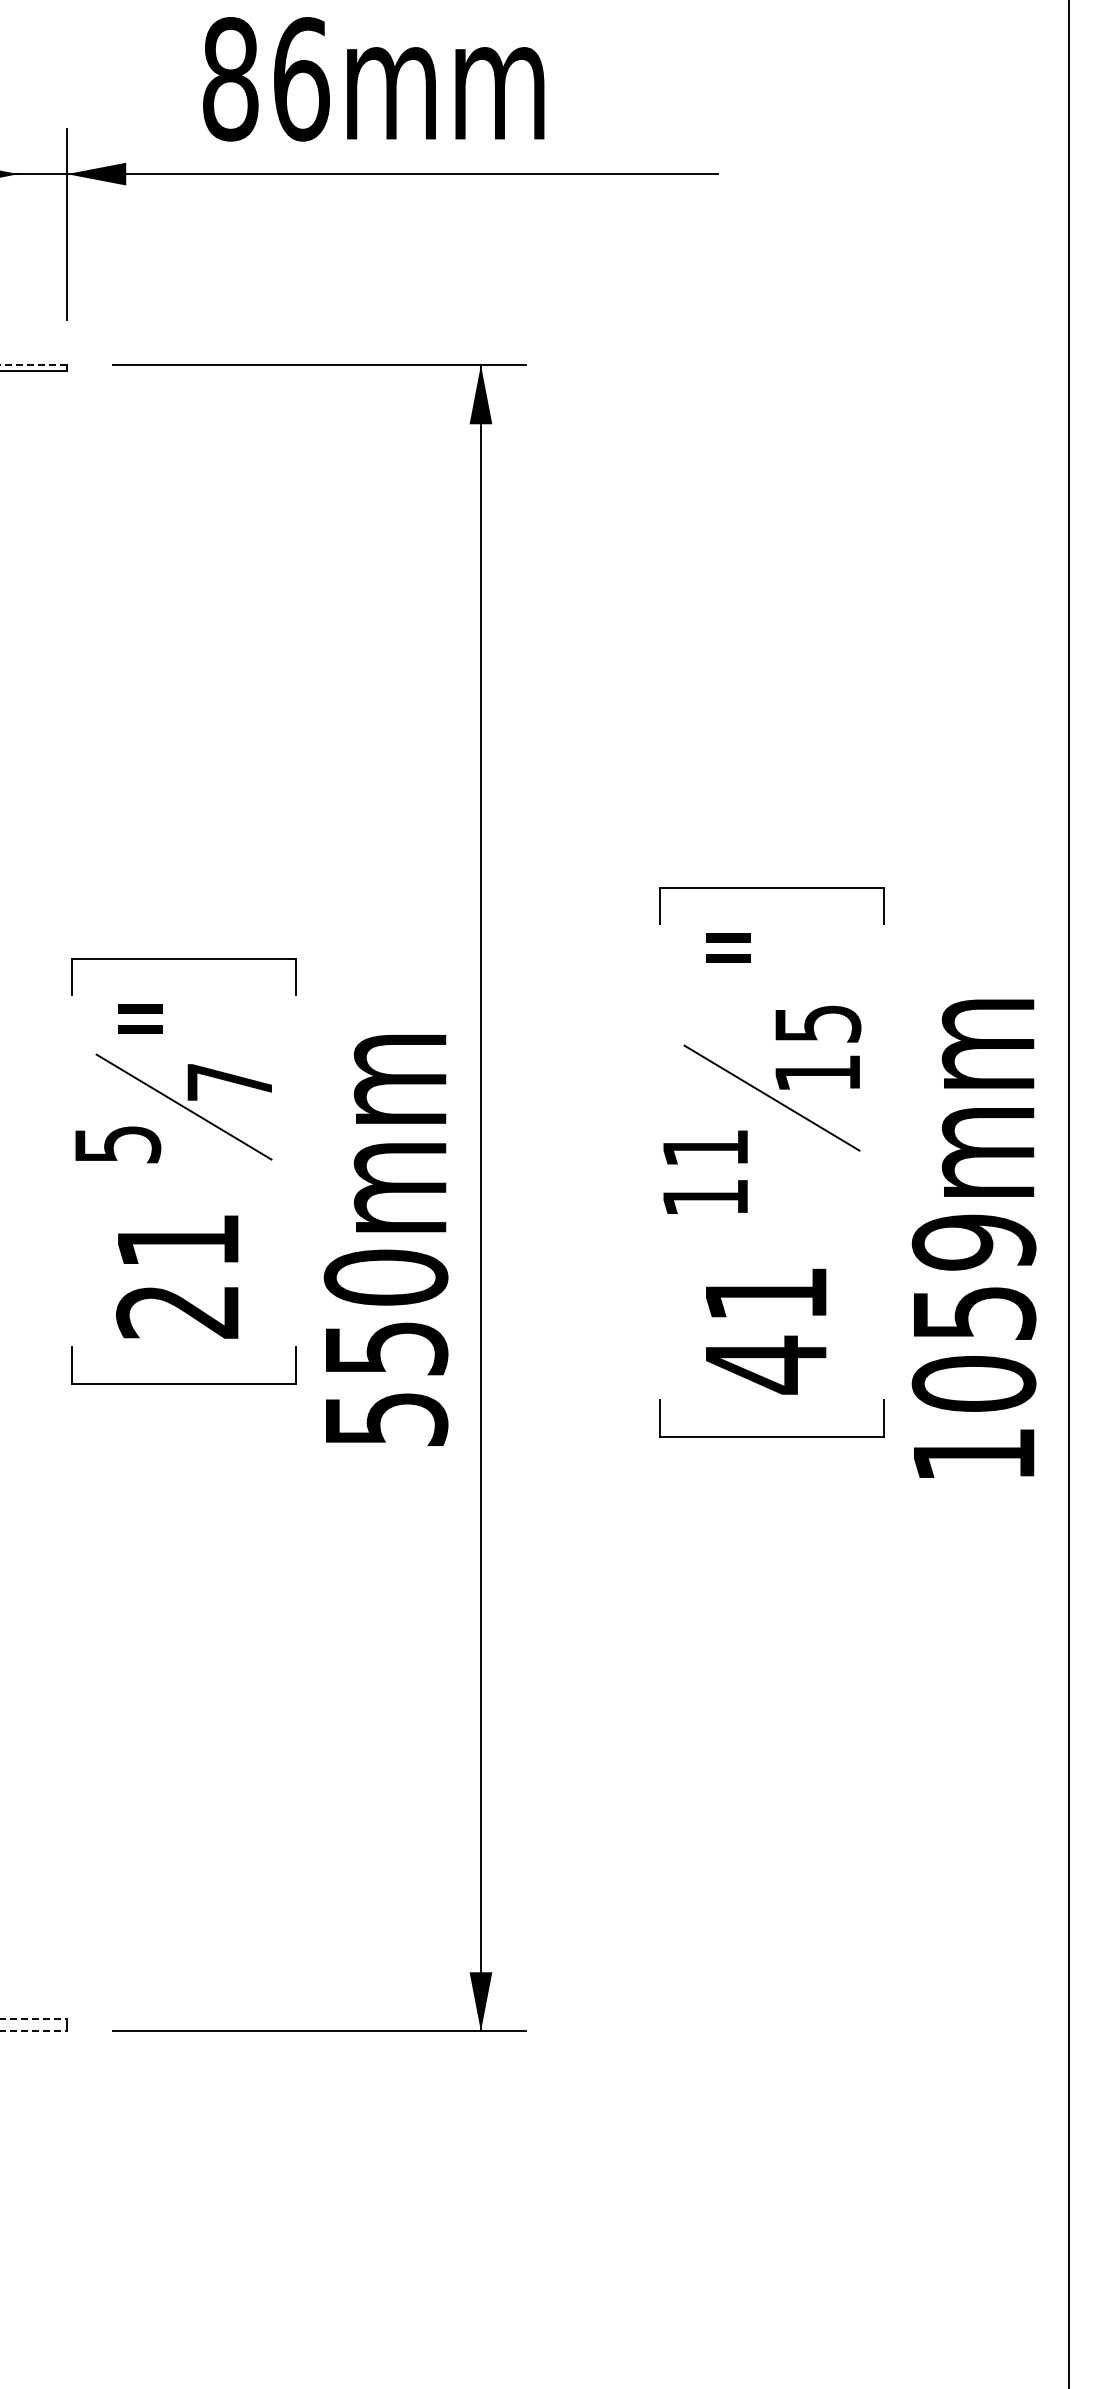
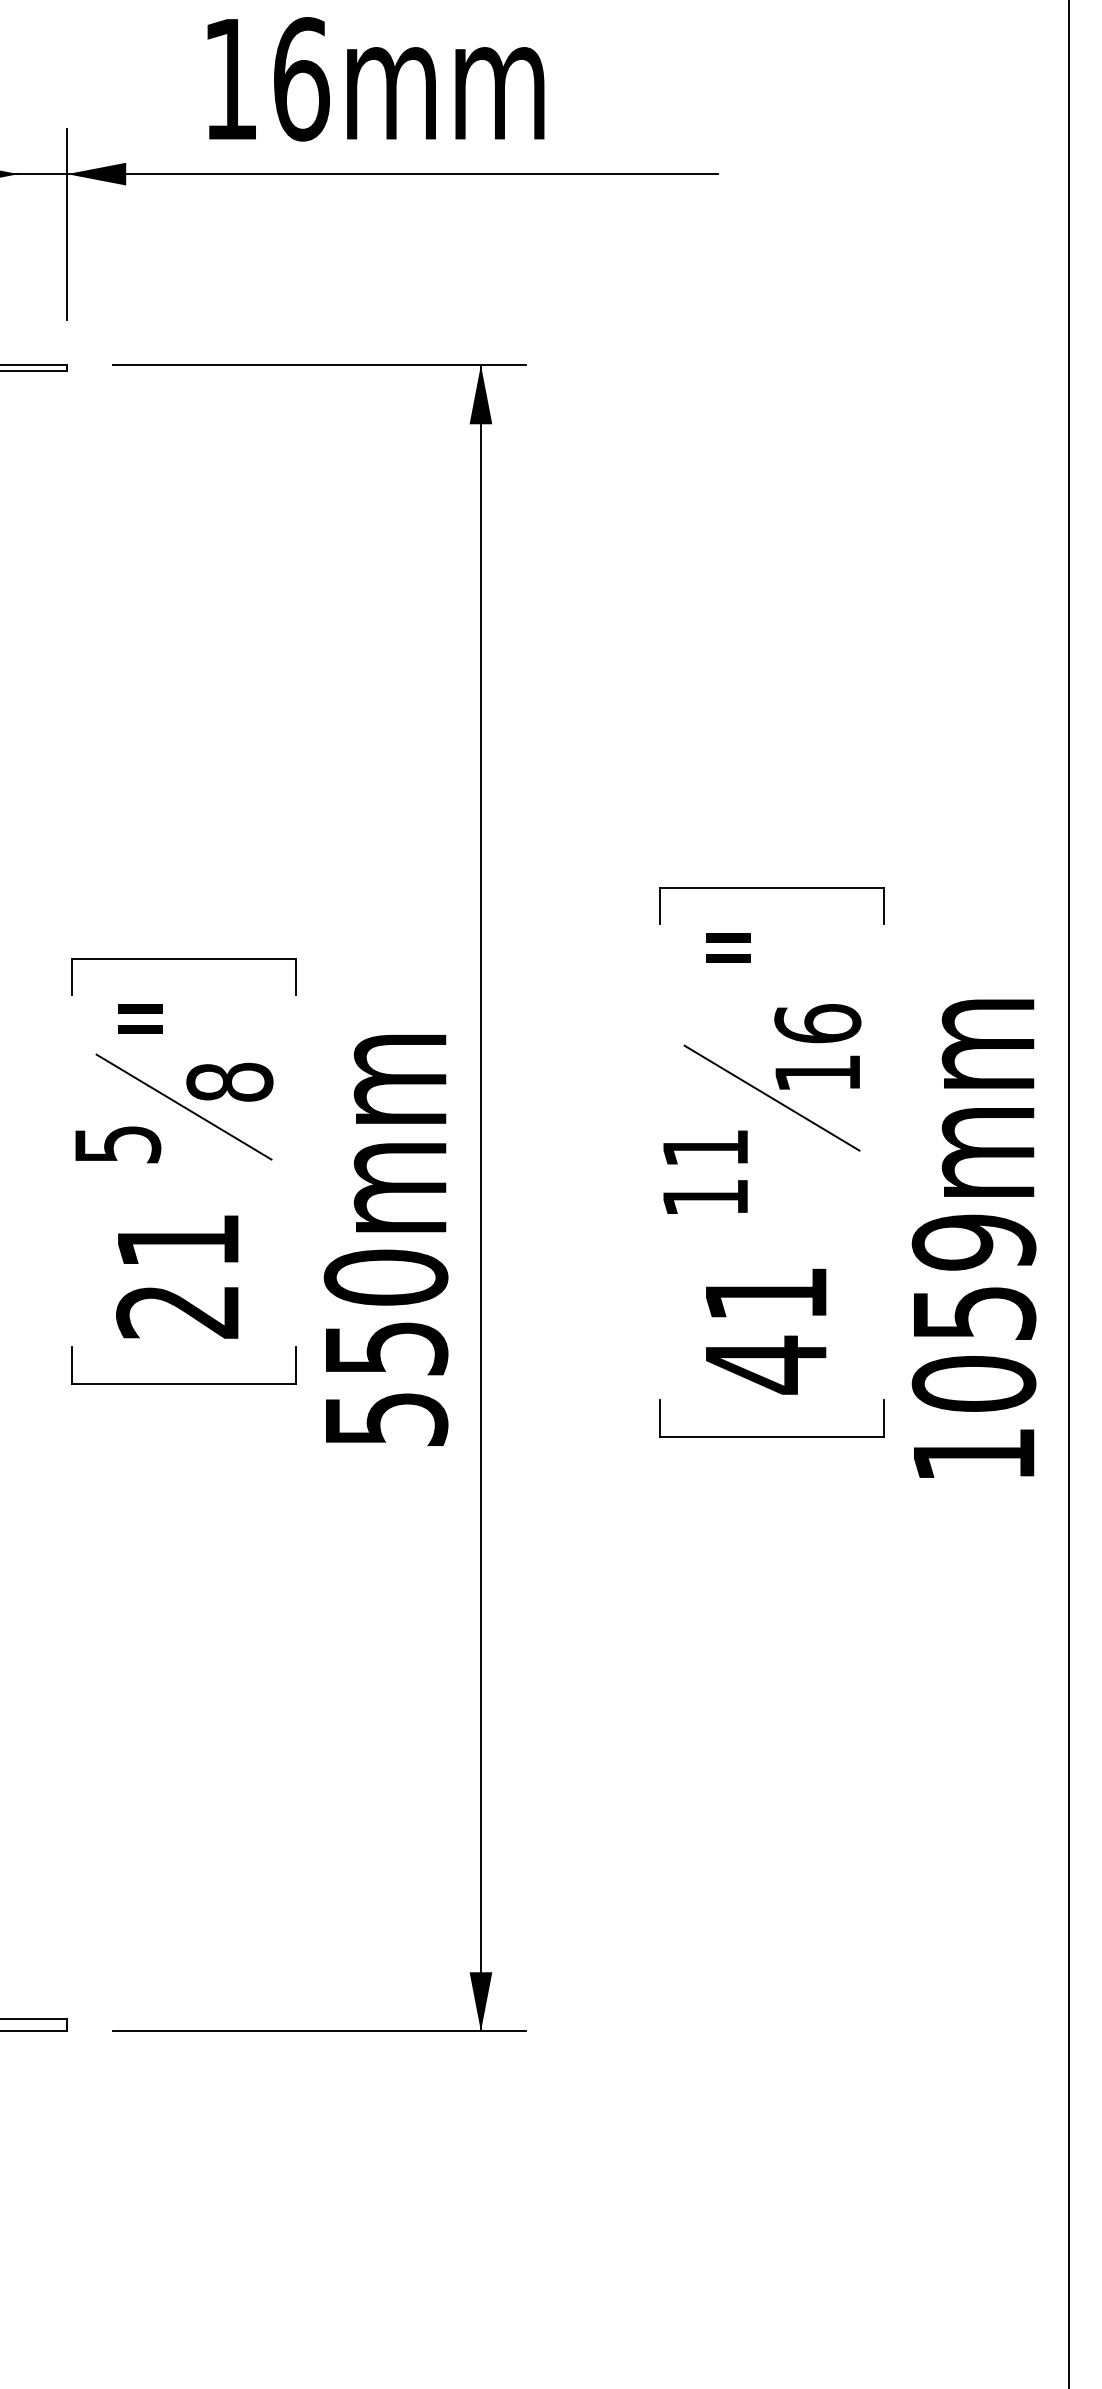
text at (230, 79): 86mm -> 16mm
line at (33, 365): dashed -> solid
text at (817, 1023): 15 -> 16
text at (229, 1081): 7 -> 8
line at (34, 2019): dashed -> solid
line at (34, 2031): dashed -> solid
